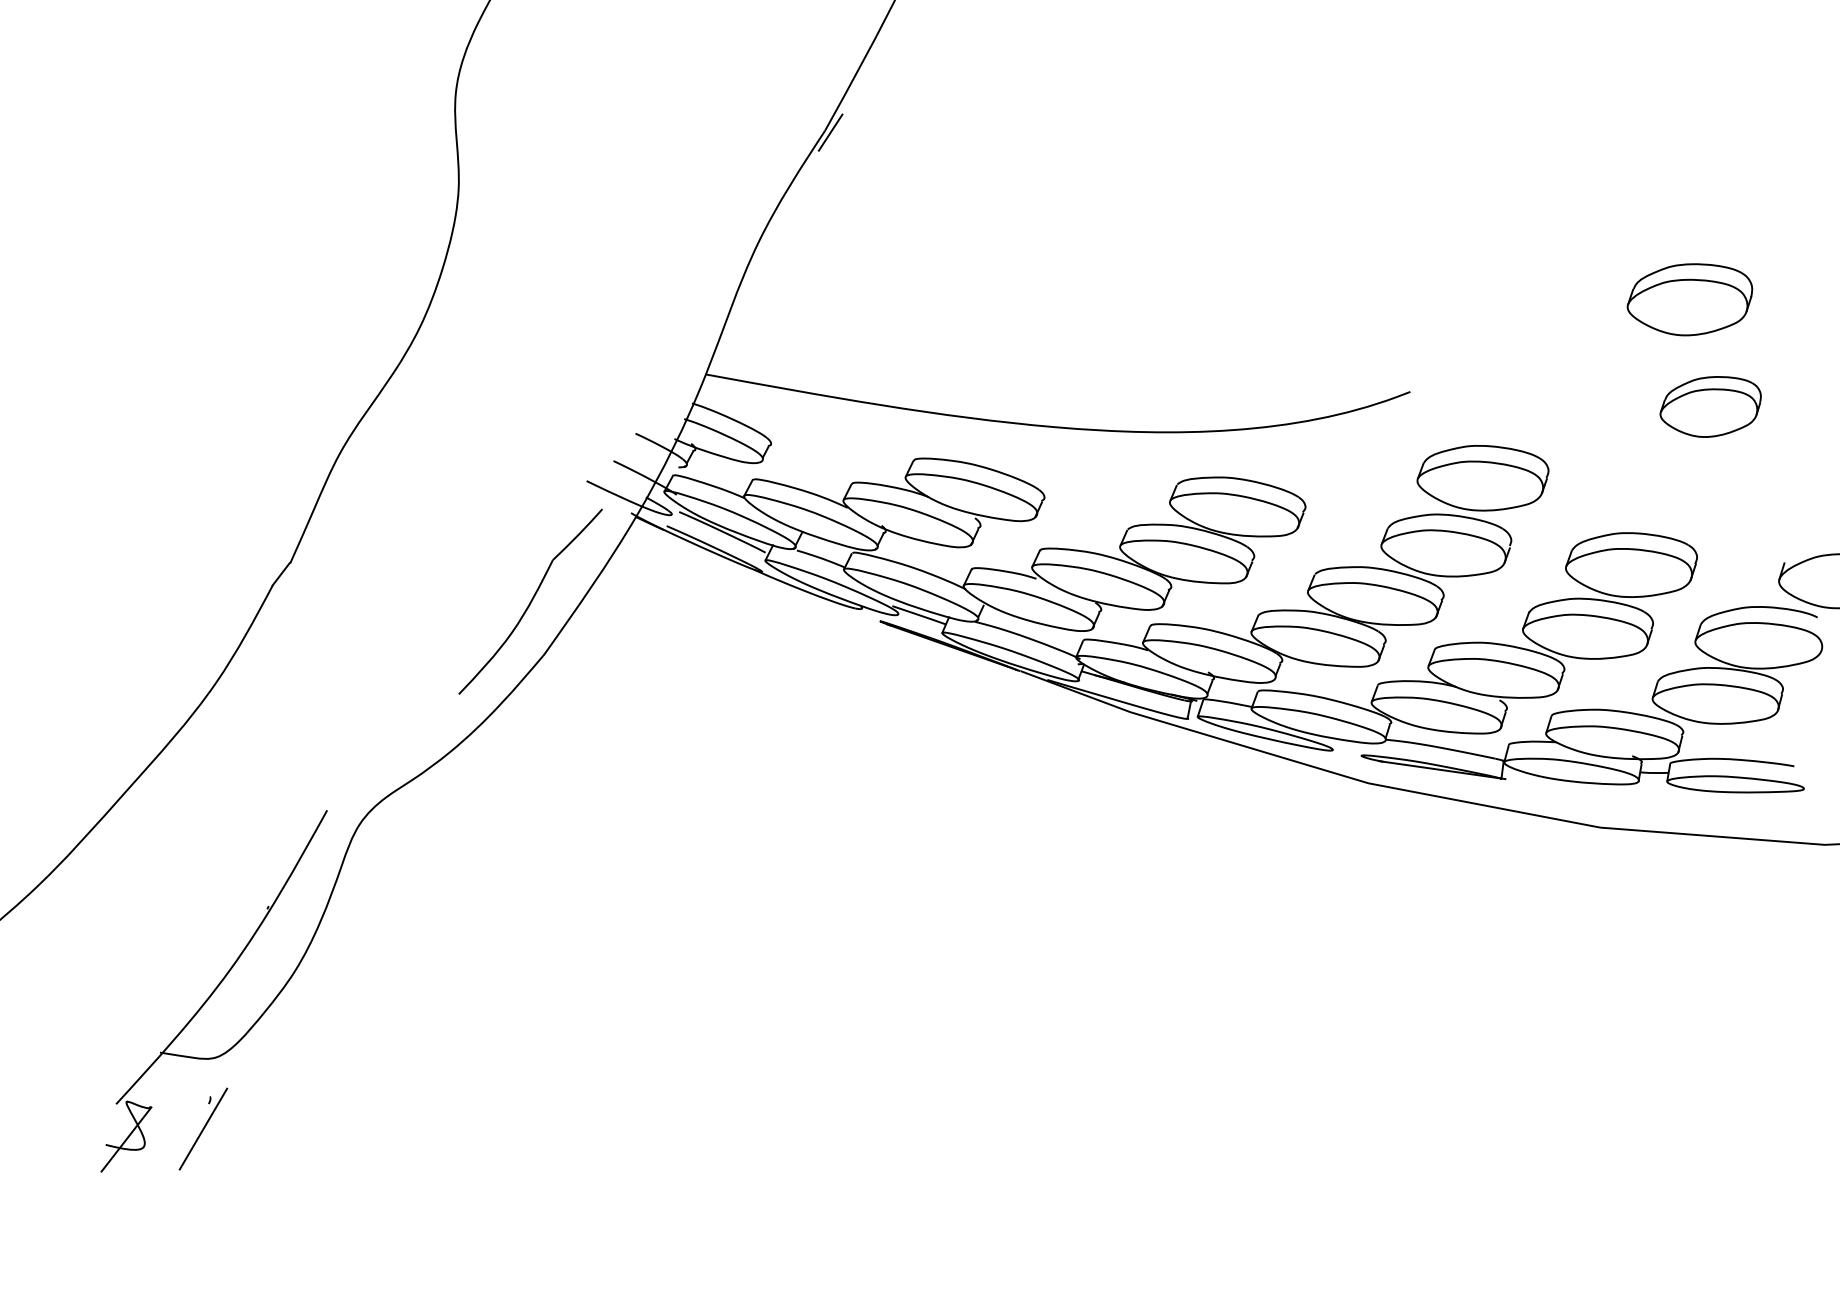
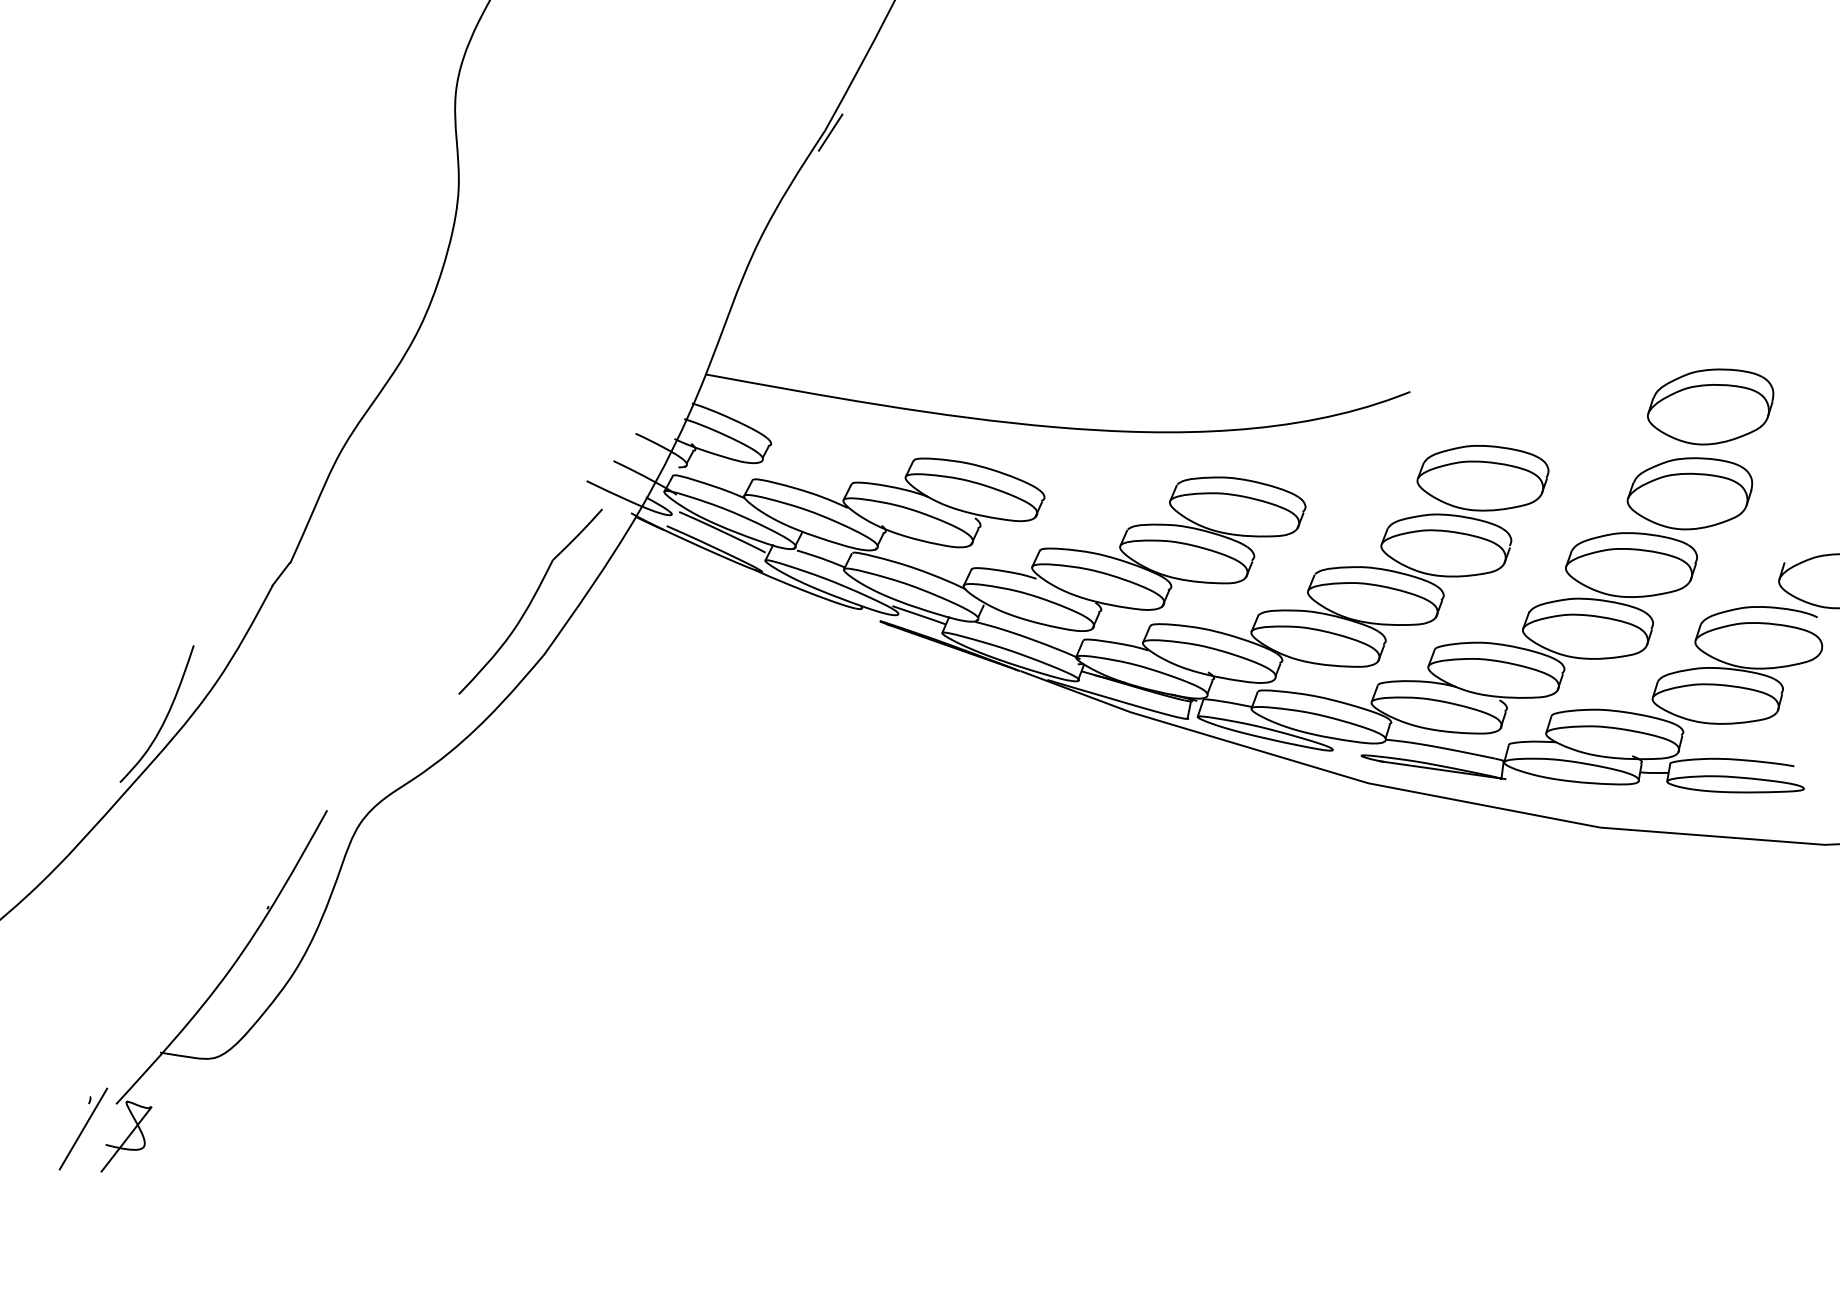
part at (1689, 299) position: (1689, 299) -> (1689, 493)
part at (1710, 406) size: 103x62 px -> 128x78 px
curve at (164, 718): none -> present
part at (203, 1128) position: (203, 1128) -> (83, 1128)
